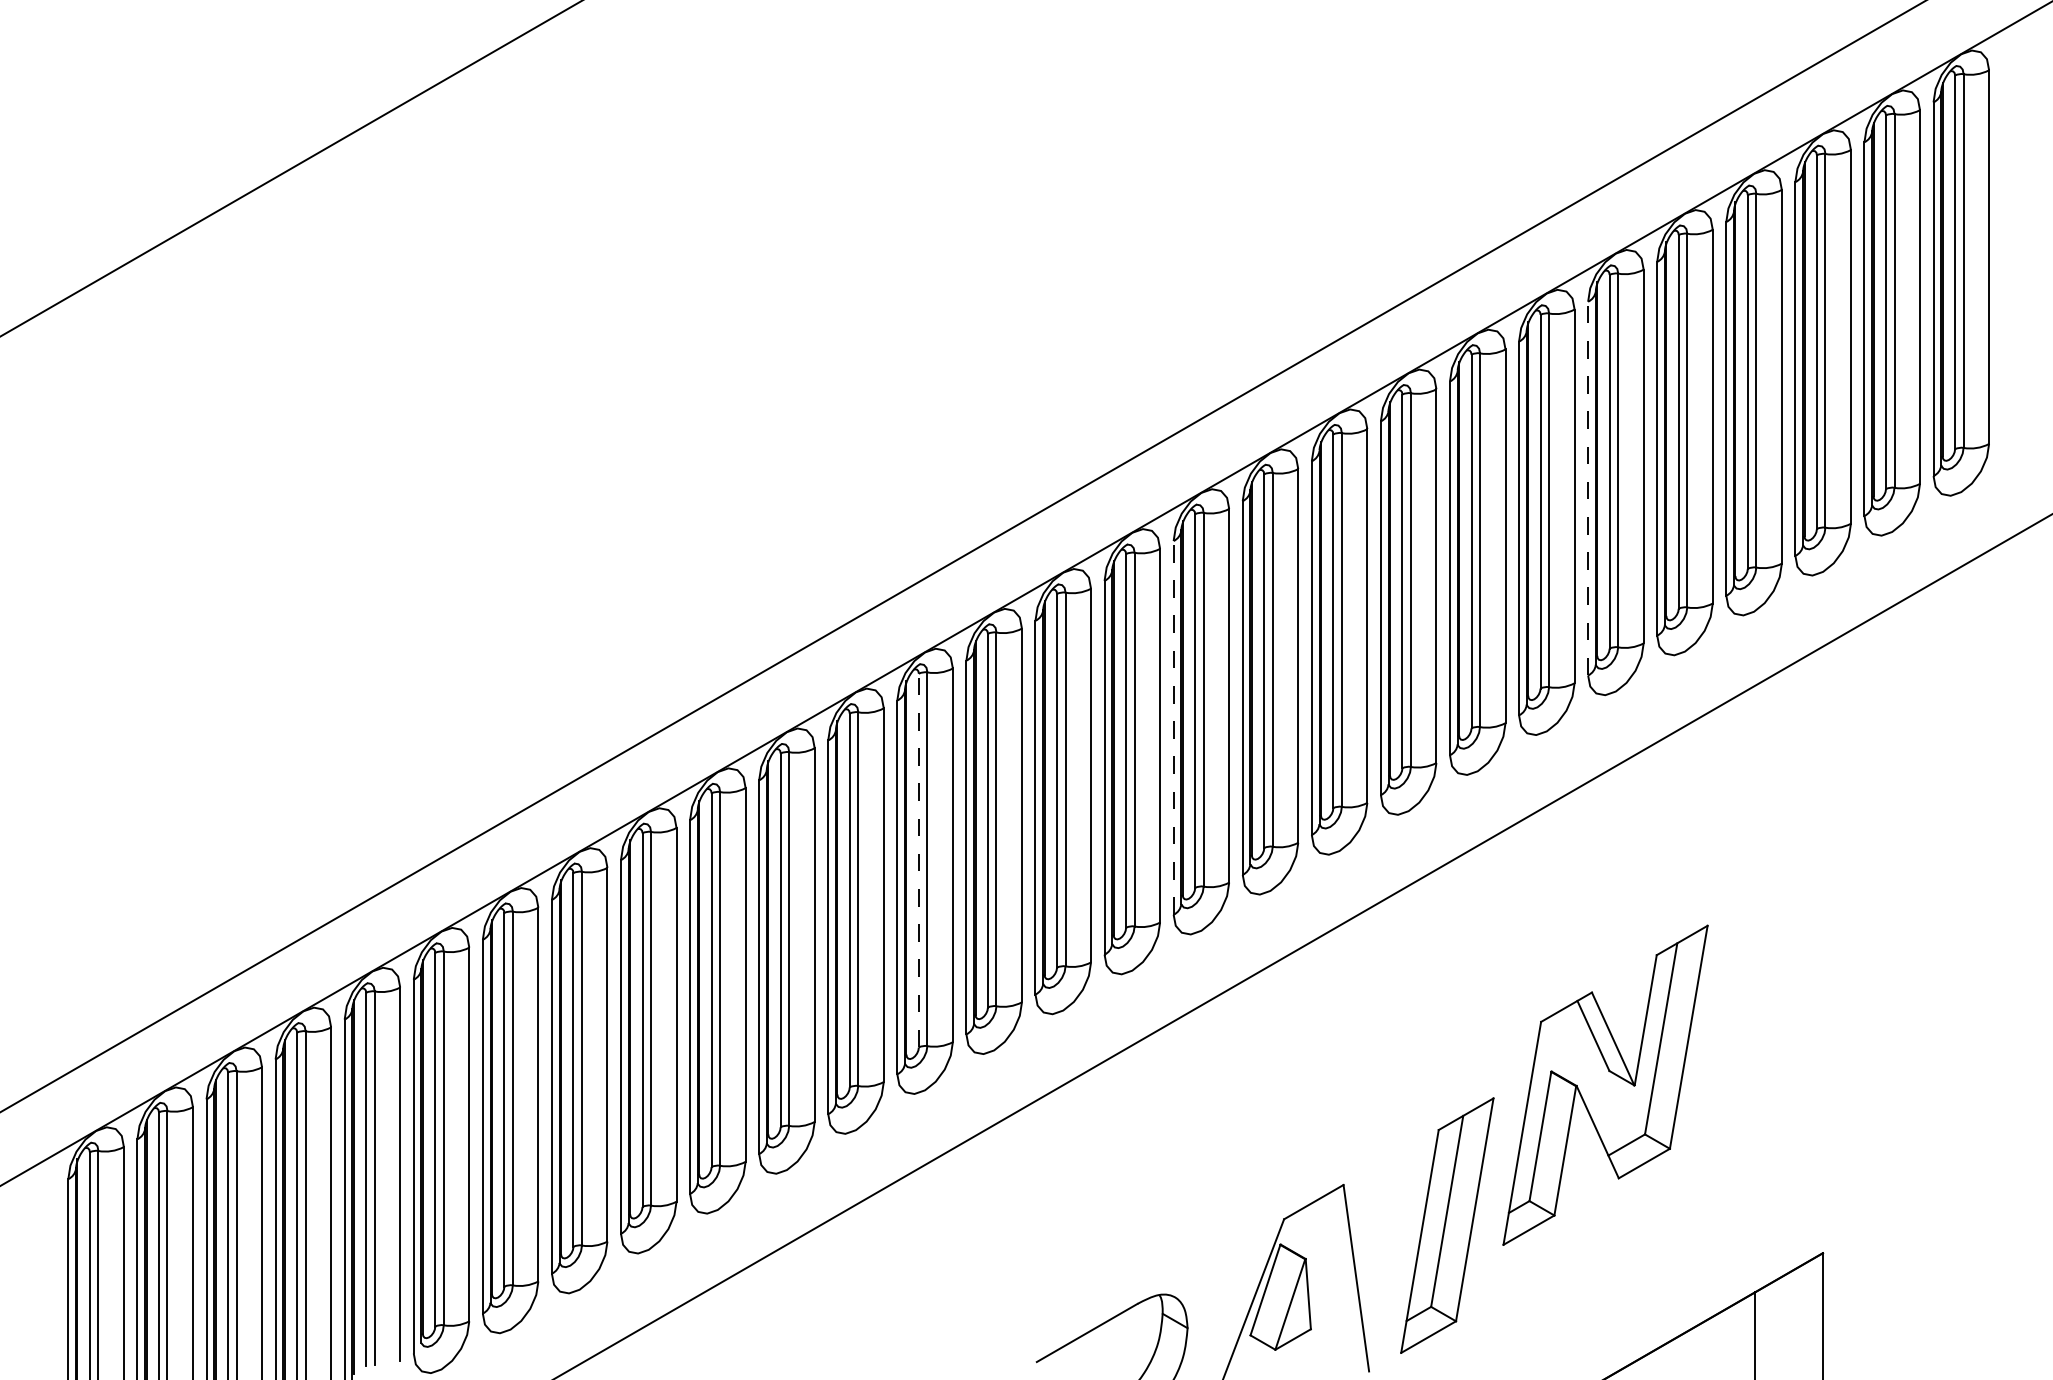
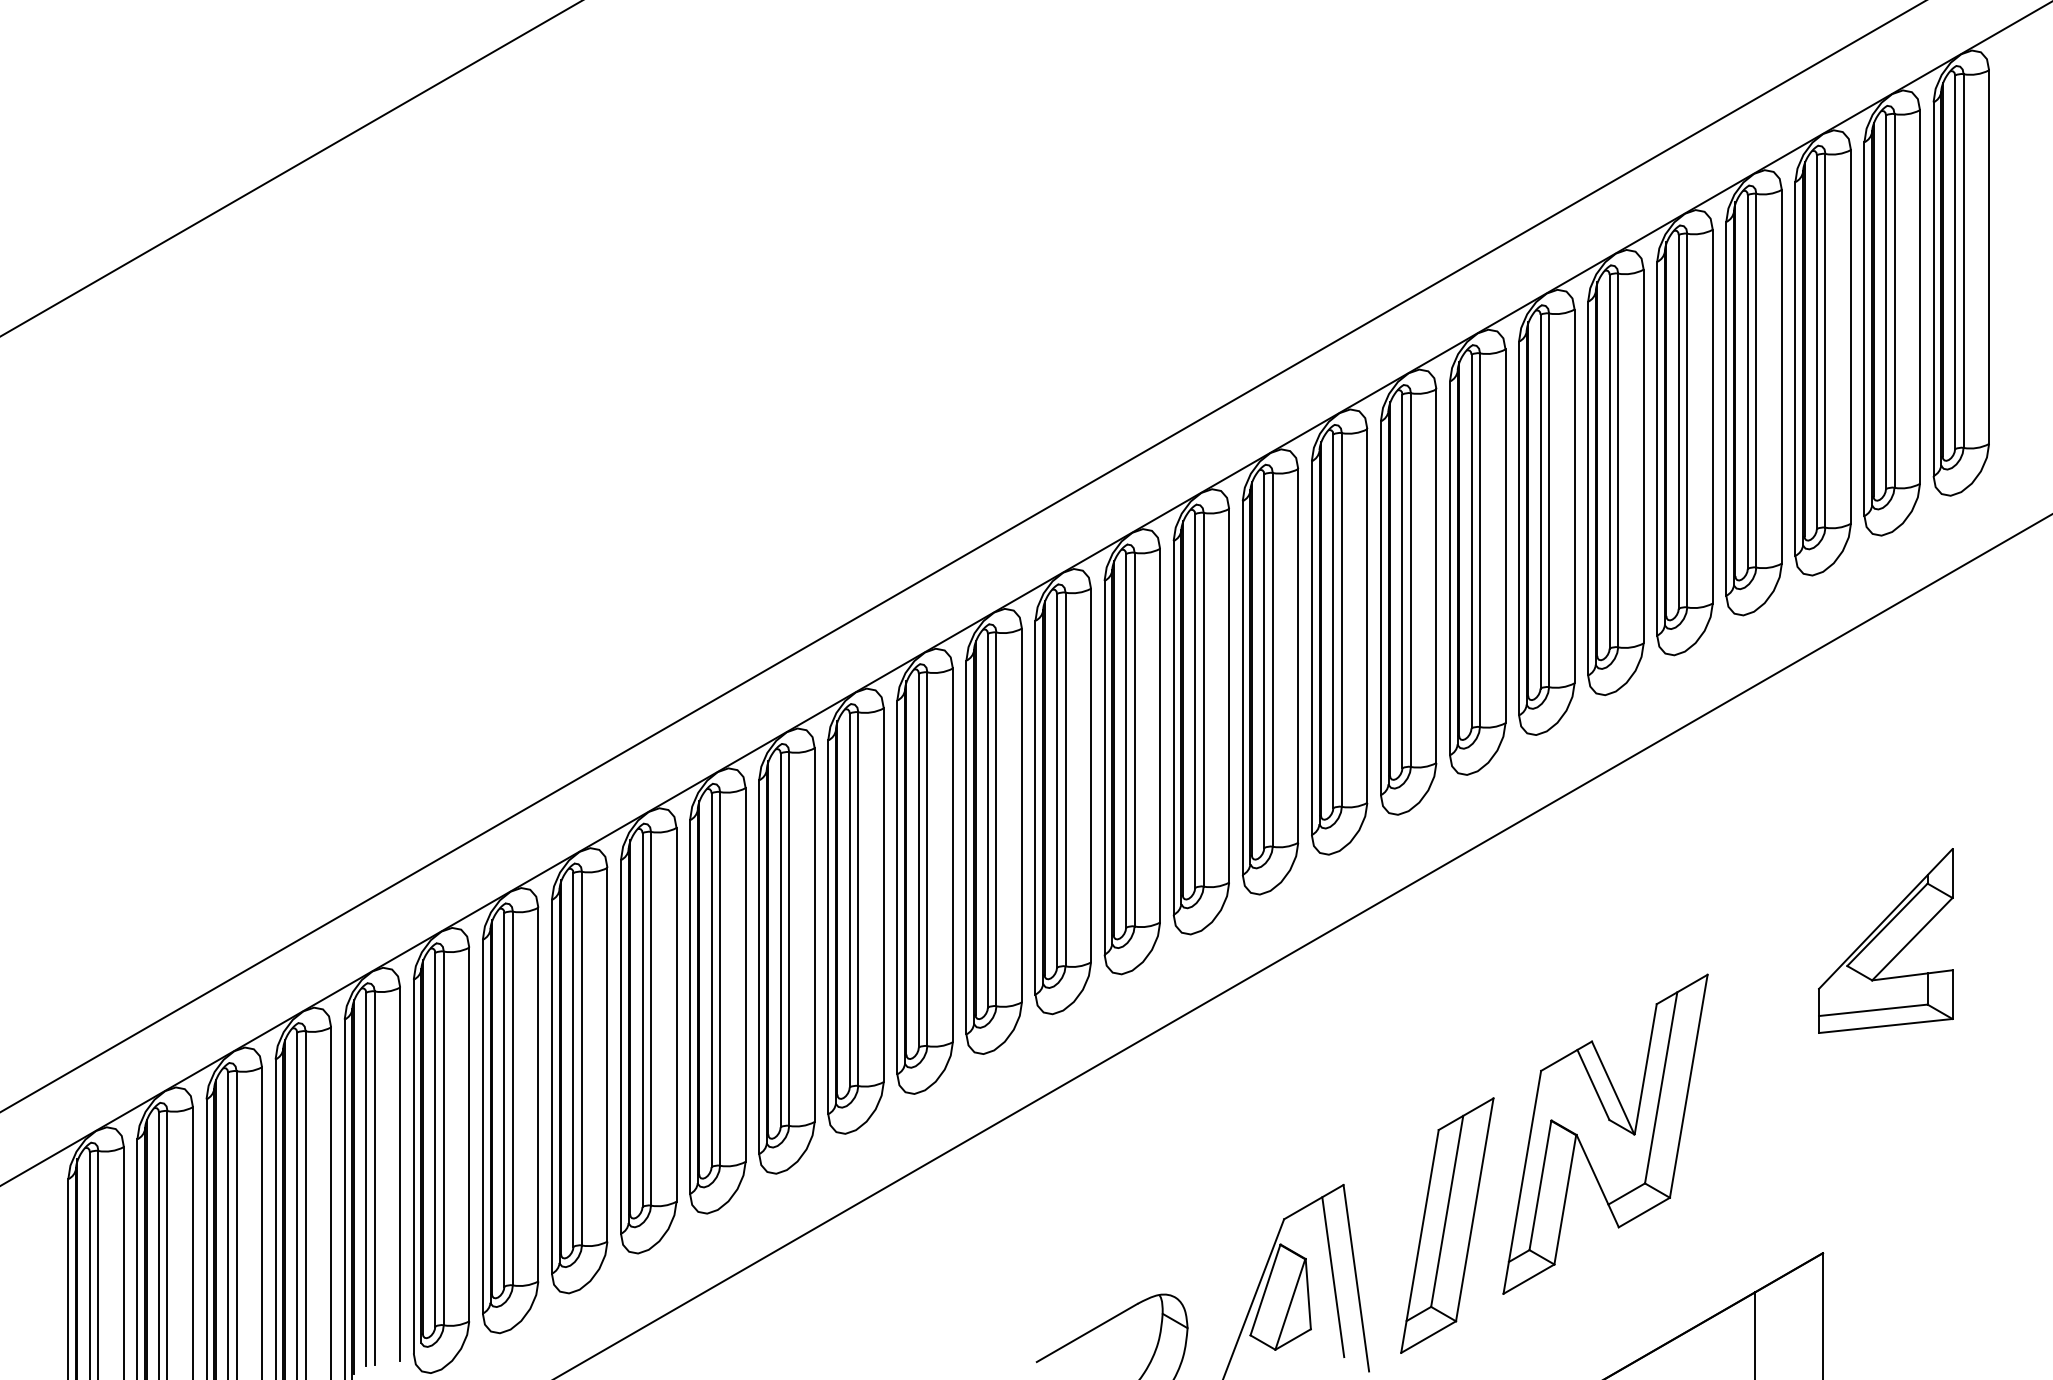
line at (1588, 488): dashed -> solid
line at (1173, 727): dashed -> solid
line at (918, 860): dashed -> solid
part at (1885, 940): none -> present
part at (1605, 1084) position: (1605, 1084) -> (1605, 1133)
line at (1333, 1277): none -> present
